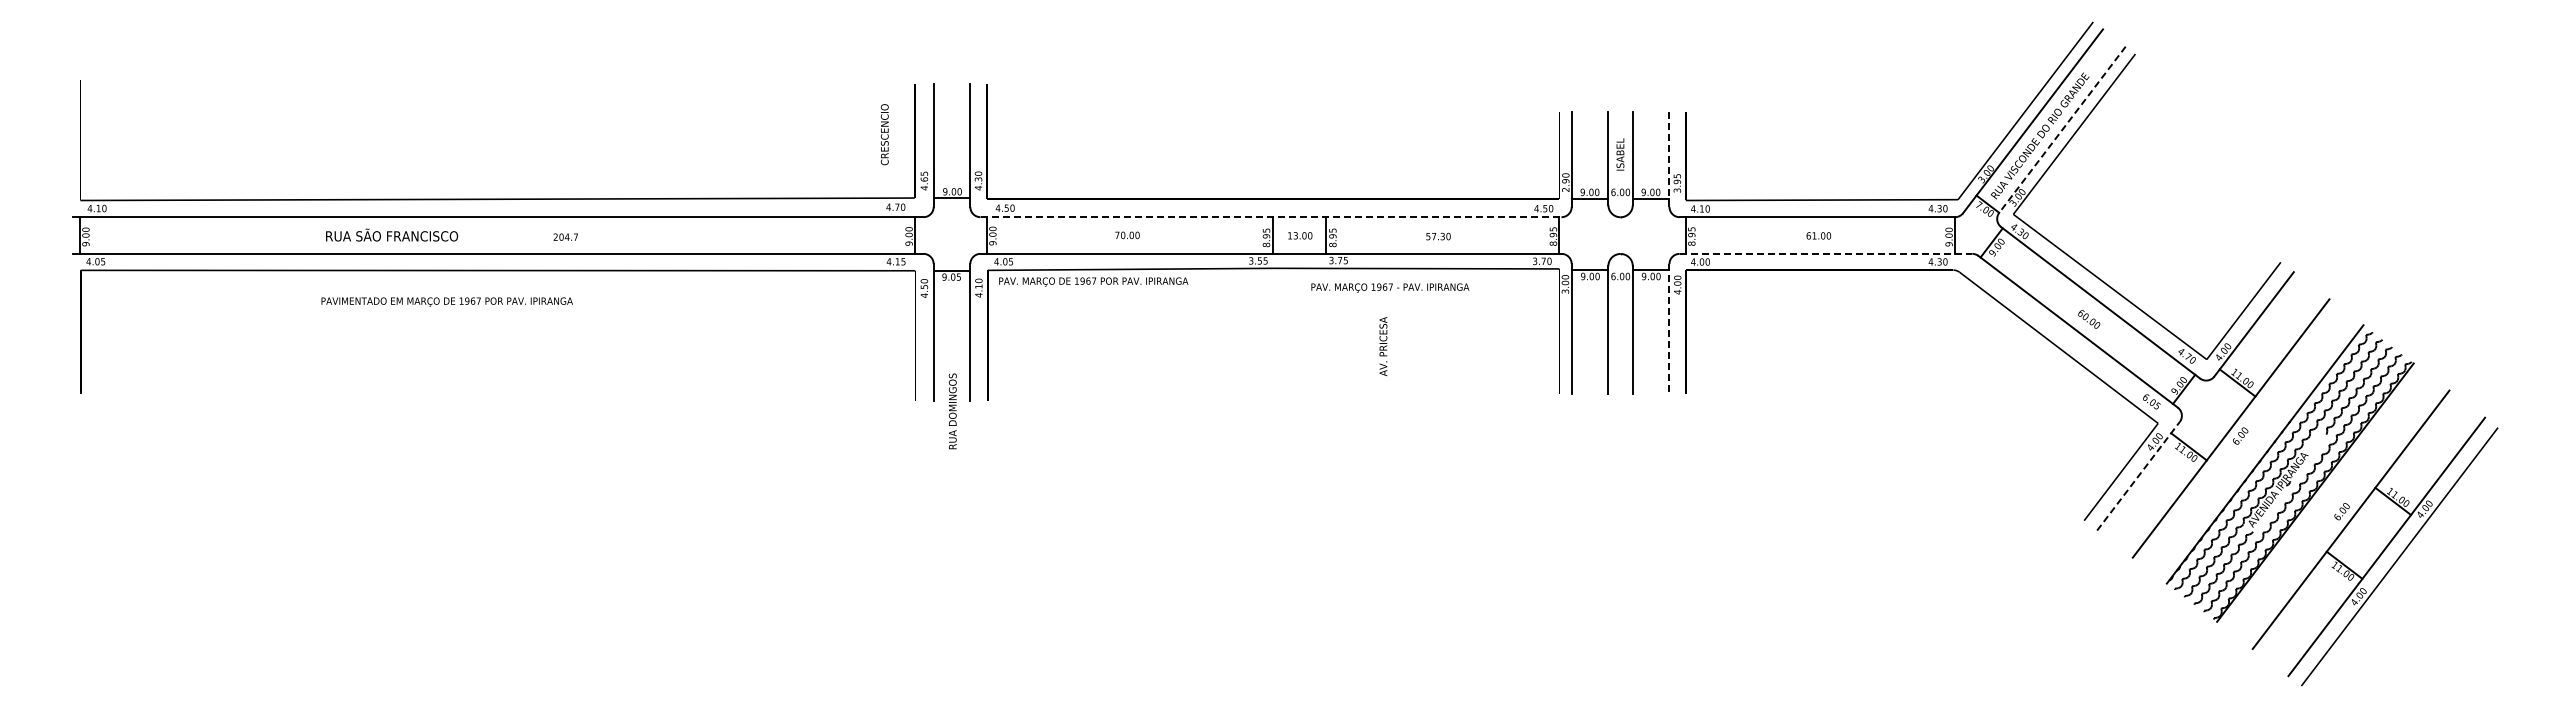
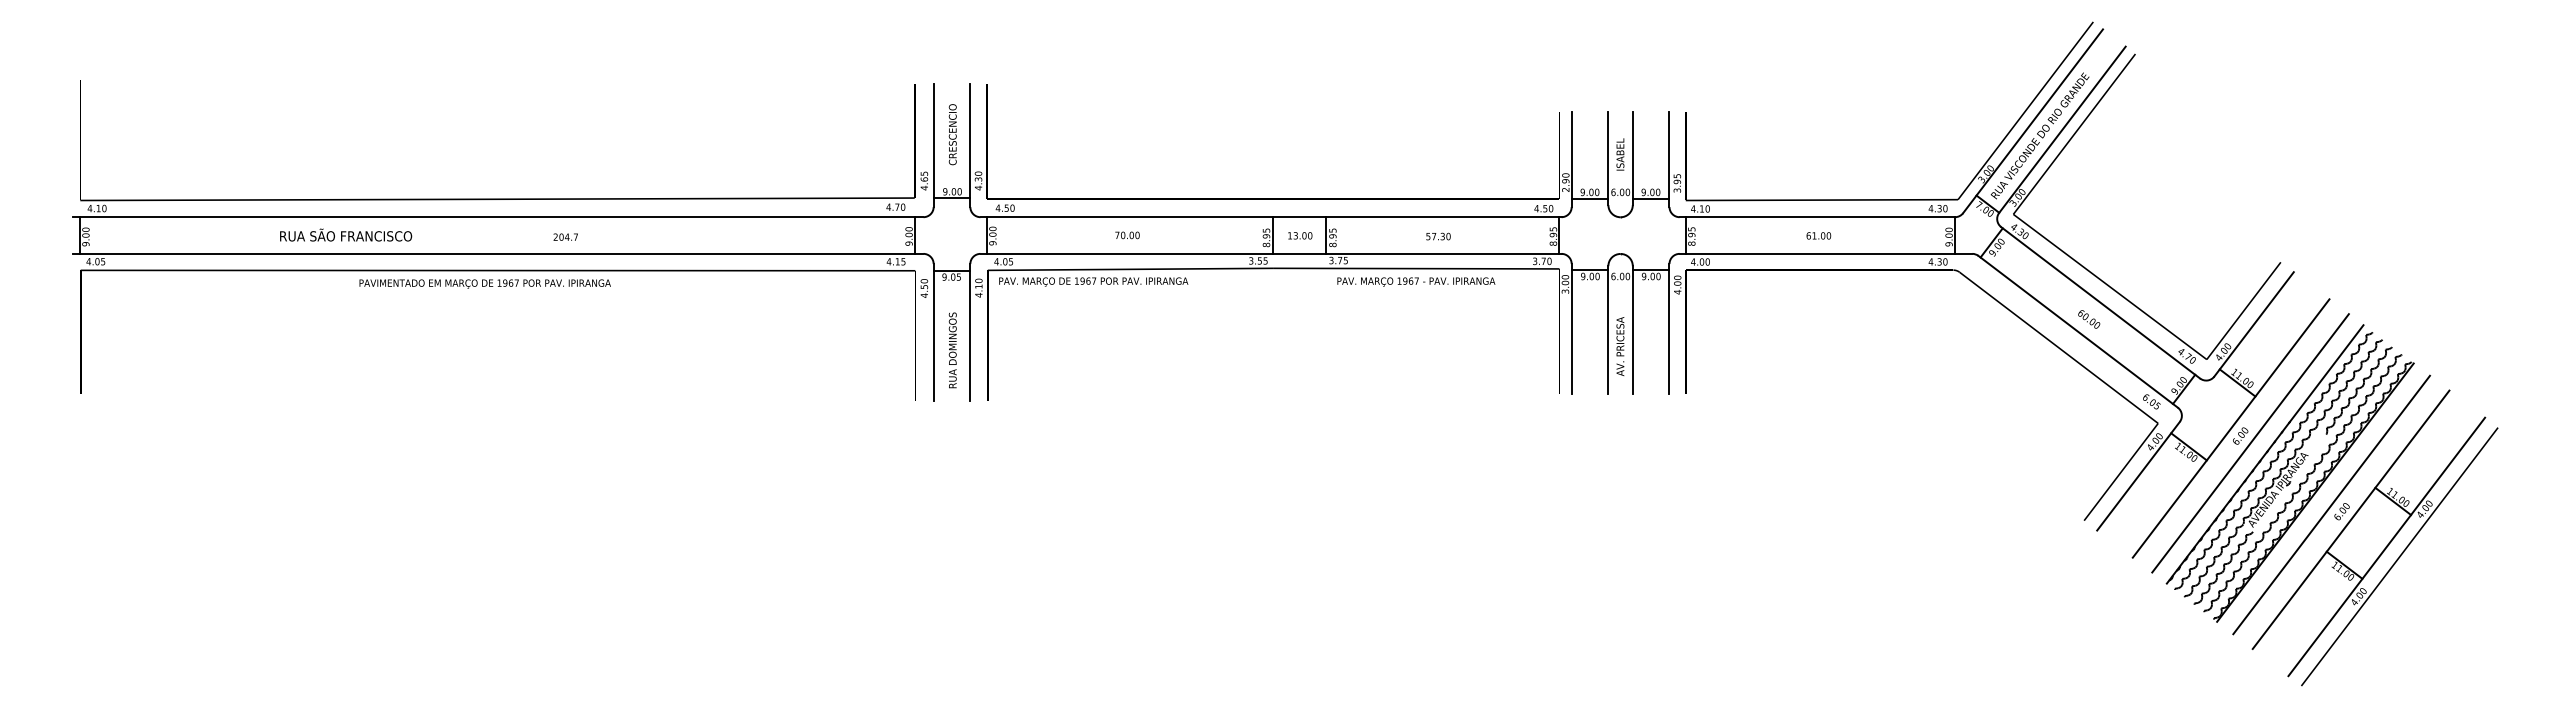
line at (2062, 130): dashed -> solid
text at (884, 134) position: (884, 134) -> (952, 134)
line at (1669, 160): dashed -> solid
line at (1271, 217): dashed -> solid
text at (392, 234) position: (392, 234) -> (346, 234)
line at (1826, 253): dashed -> solid
text at (1390, 287) position: (1390, 287) -> (1416, 281)
text at (446, 301) position: (446, 301) -> (484, 283)
line at (1669, 329): dashed -> solid
text at (1383, 346) position: (1383, 346) -> (1620, 346)
text at (952, 411) position: (952, 411) -> (952, 350)
line at (2250, 443): none -> present
line at (2138, 475): dashed -> solid
line at (2331, 504): none -> present
